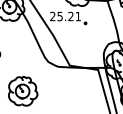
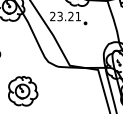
text at (59, 15): 25.21 -> 23.21
